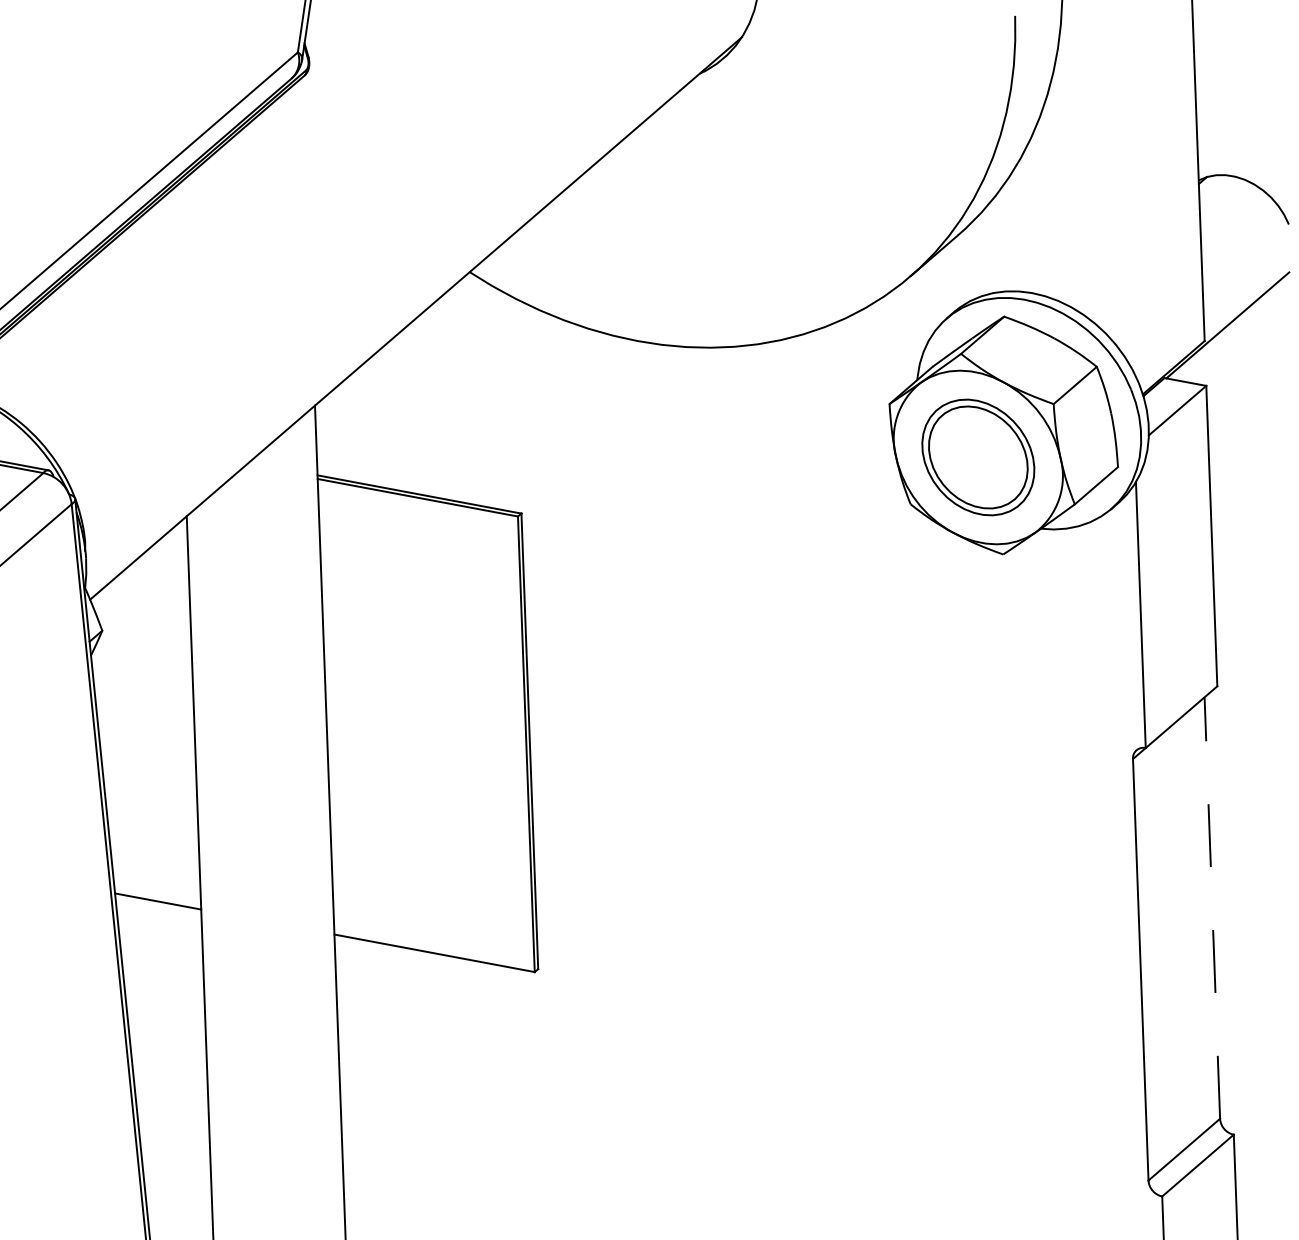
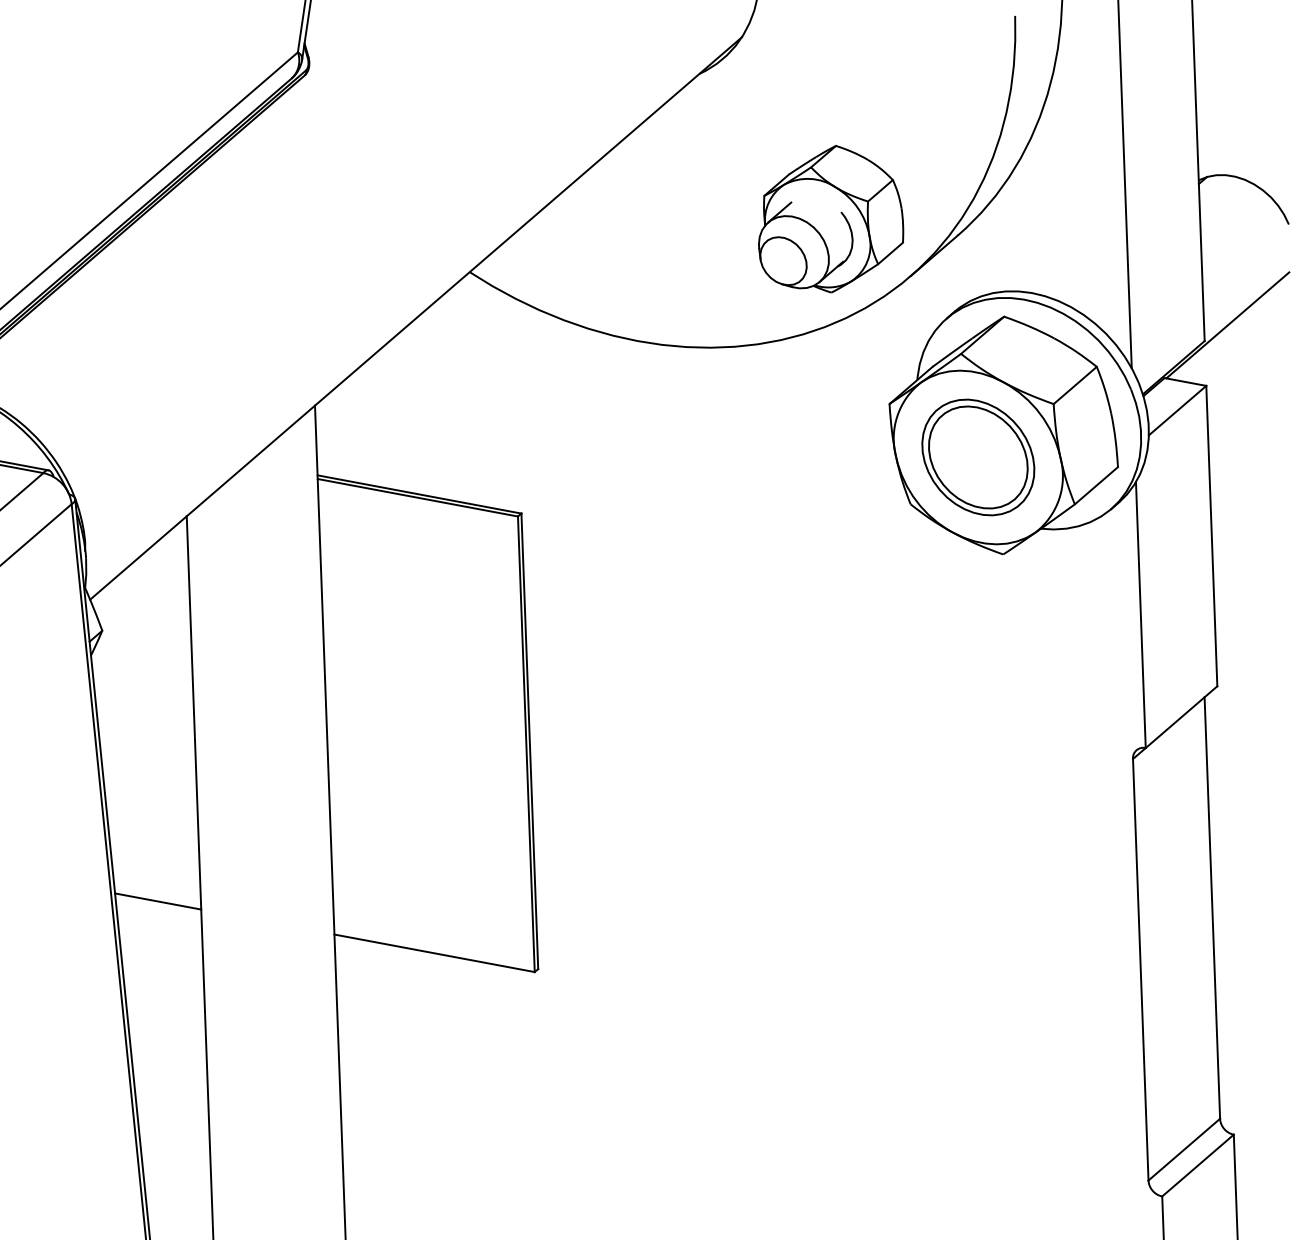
line at (1124, 185): none -> present
part at (831, 219): none -> present
line at (1212, 908): dashed -> solid
